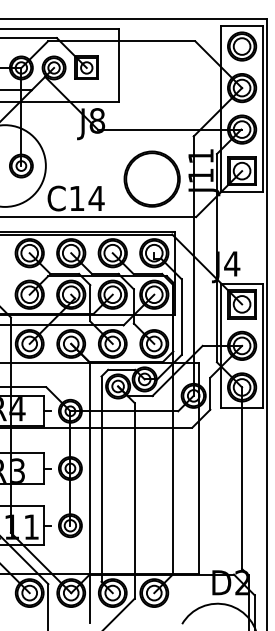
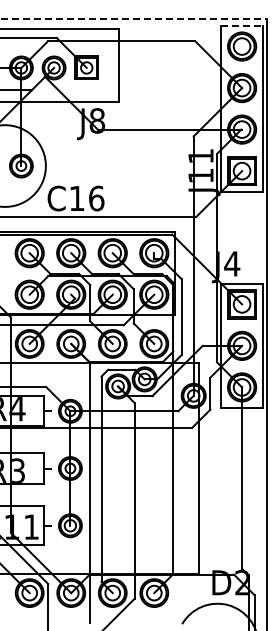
line at (133, 18): solid -> dashed
line at (242, 25): solid -> dashed
part at (151, 178): present -> none
text at (96, 198): C14 -> C16
